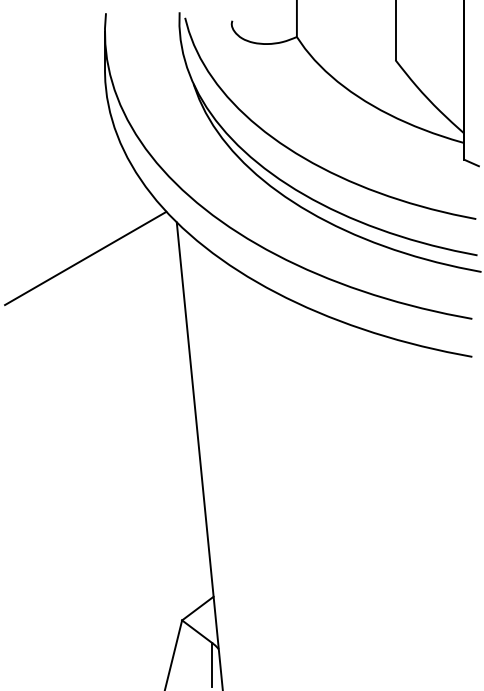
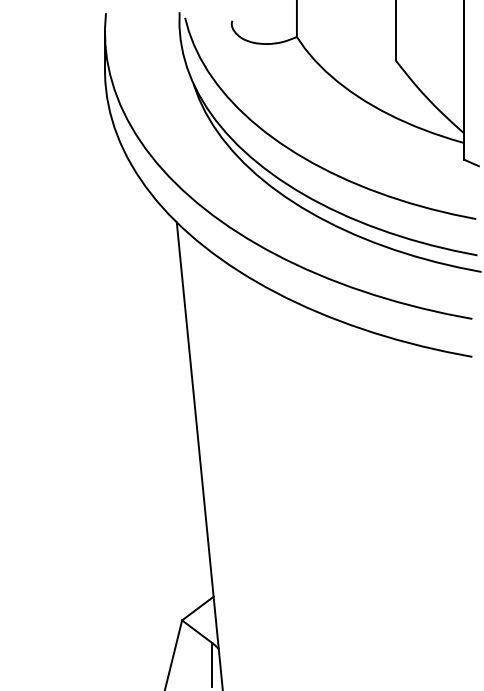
line at (85, 258): present -> none
